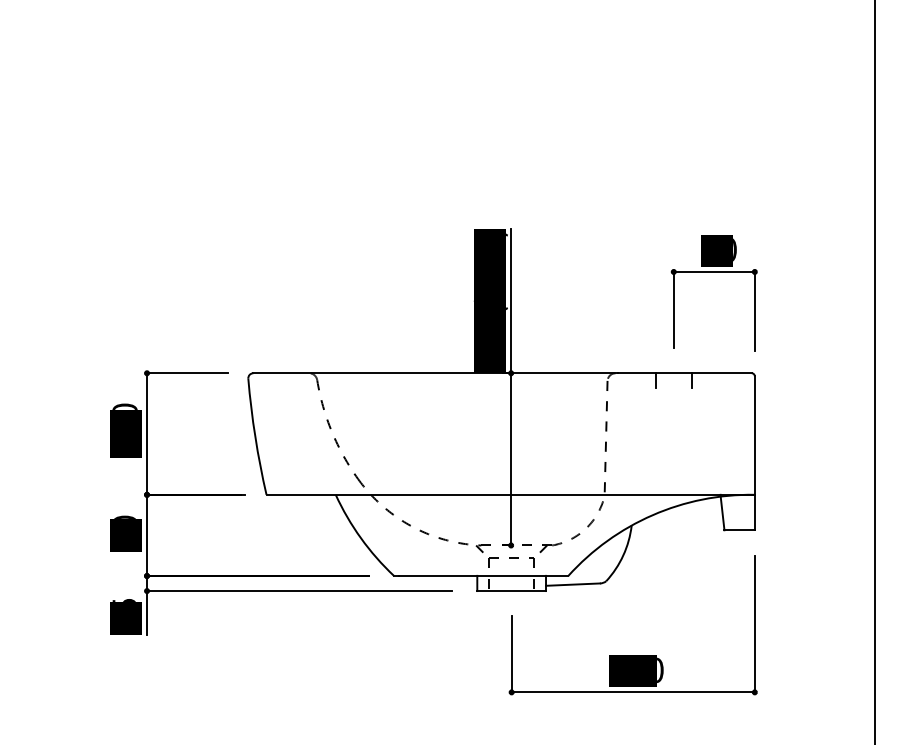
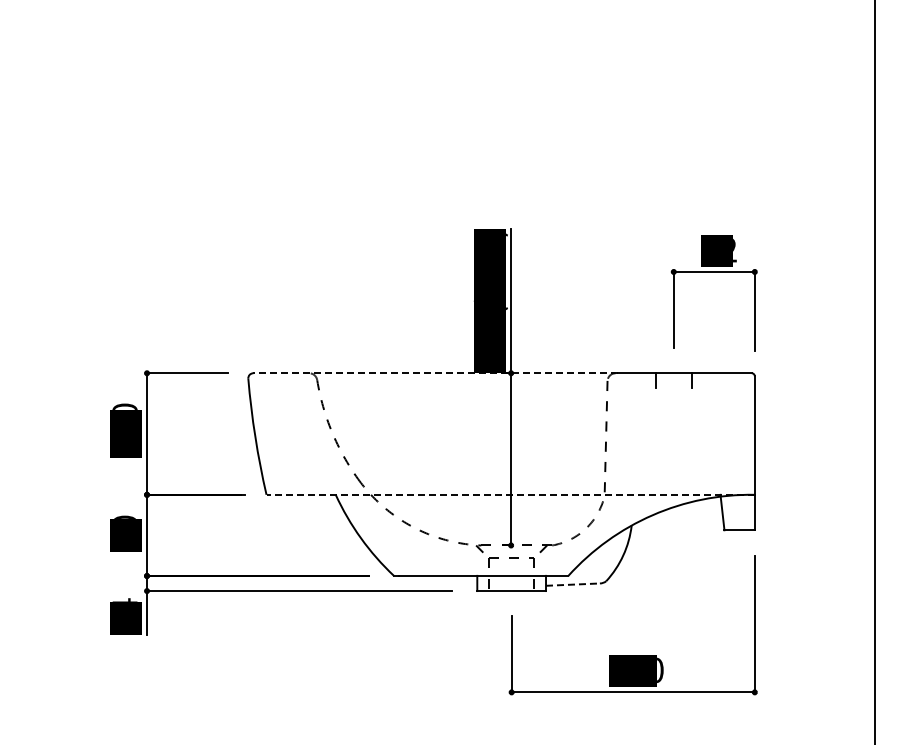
text at (734, 250): 80 -> 82
line at (435, 373): solid -> dashed
line at (510, 494): solid -> dashed
line at (572, 584): solid -> dashed
text at (124, 599): 15 -> 14
